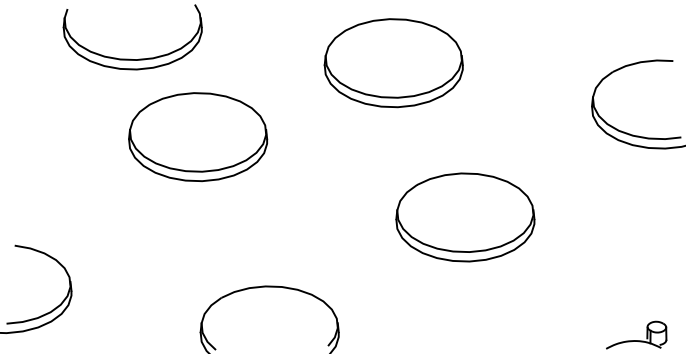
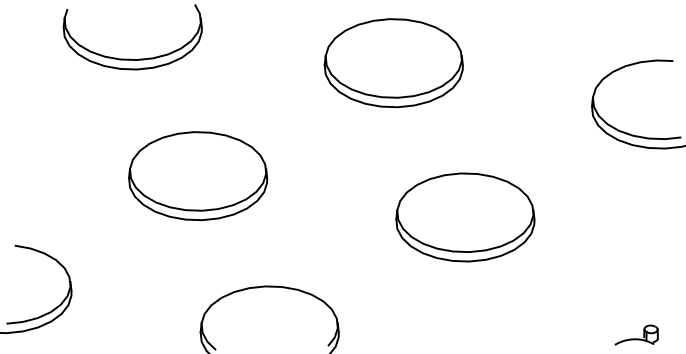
part at (198, 137) position: (198, 137) -> (198, 176)
part at (636, 334) size: 62x30 px -> 45x22 px
